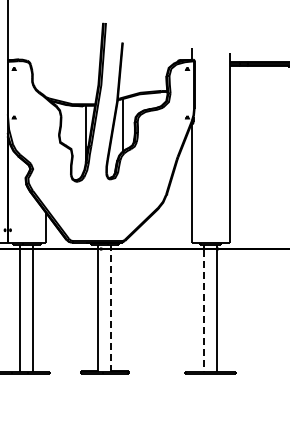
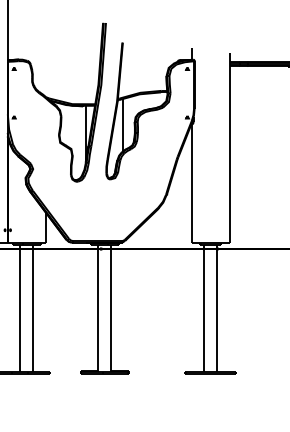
line at (111, 307): dashed -> solid
line at (204, 310): dashed -> solid
